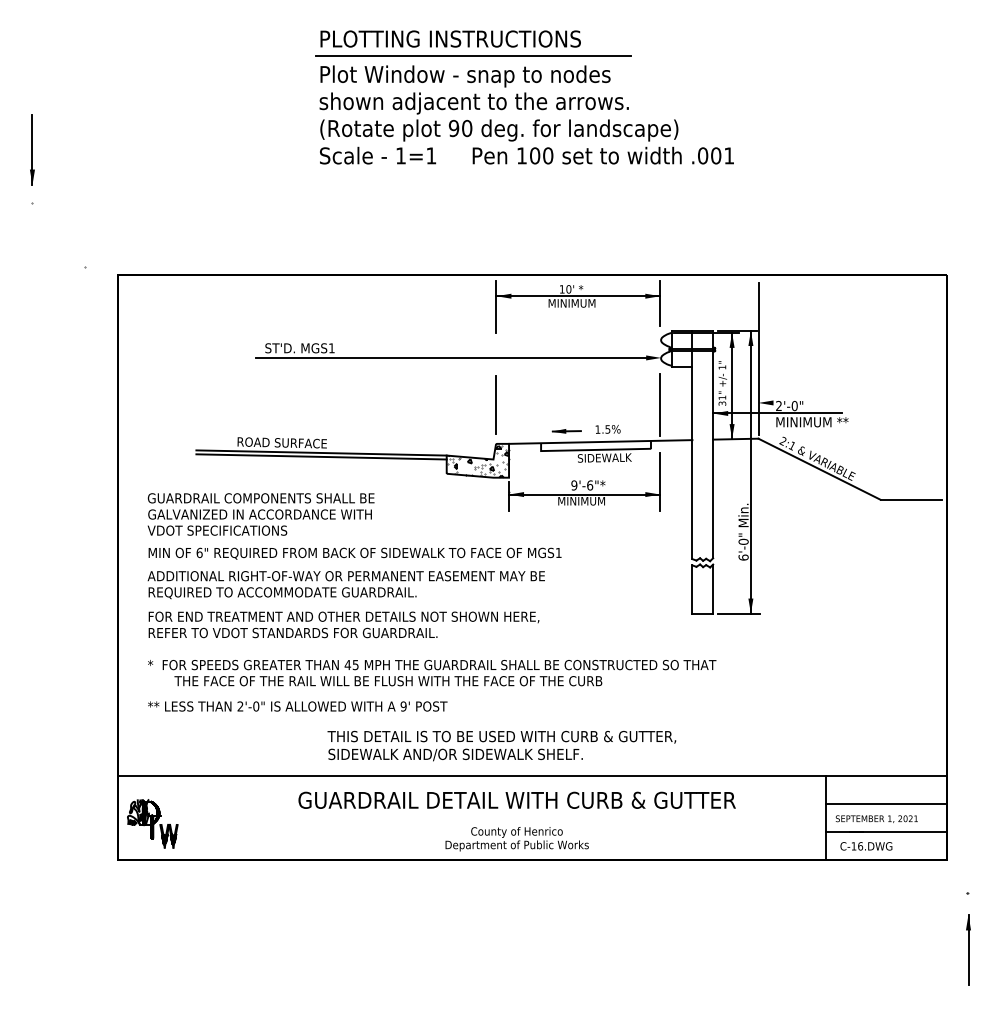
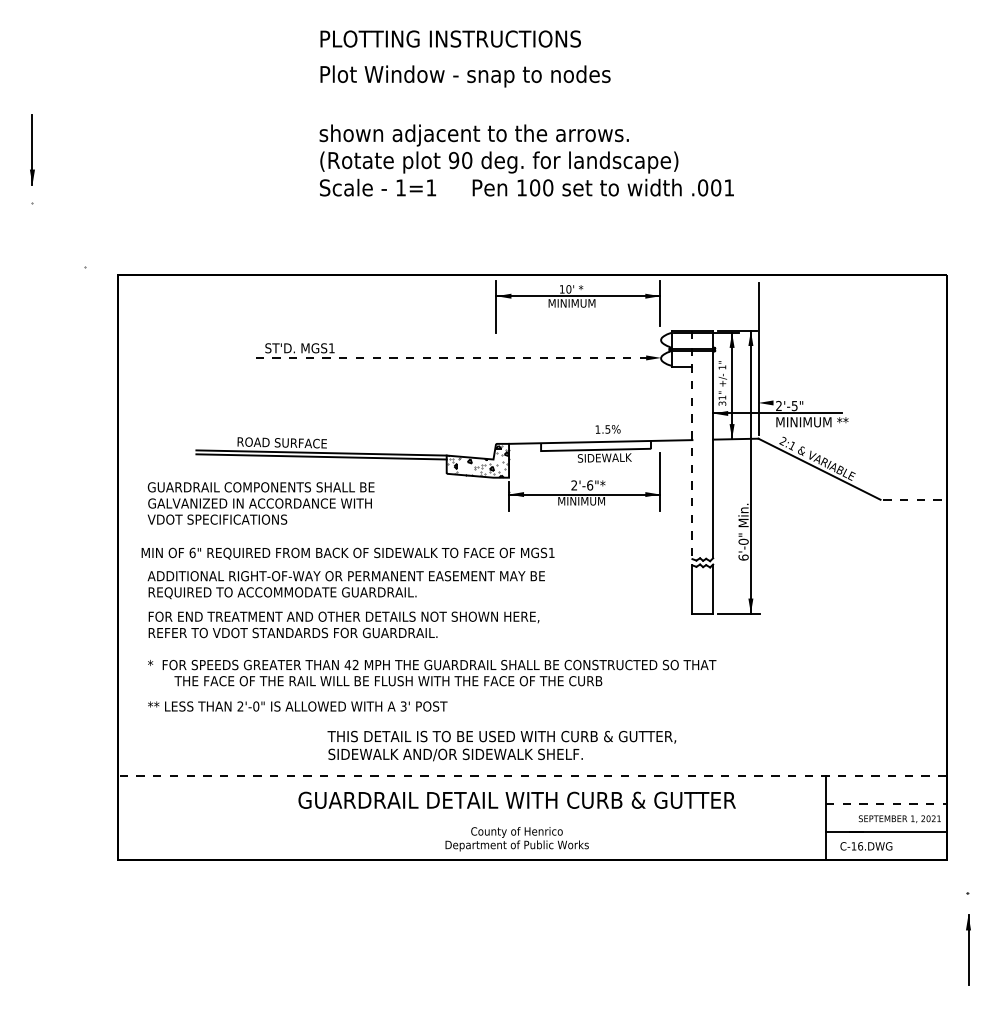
line at (473, 55): present -> none
text at (526, 128) position: (526, 128) -> (526, 160)
line at (455, 357): solid -> dashed
line at (660, 404): present -> none
line at (496, 405): present -> none
text at (794, 405): 2'-0" -> 2'-5"
line at (566, 431): present -> none
line at (692, 445): solid -> dashed
text at (574, 485): 9'-6"* -> 2'-6"*
line at (911, 499): solid -> dashed
text at (260, 514) position: (260, 514) -> (260, 503)
text at (354, 553) position: (354, 553) -> (347, 553)
text at (355, 665): 45 -> 42
text at (403, 706): 9' -> 3'
line at (531, 776): solid -> dashed
line at (886, 804): solid -> dashed
text at (876, 818) position: (876, 818) -> (899, 818)
part at (152, 823): present -> none
